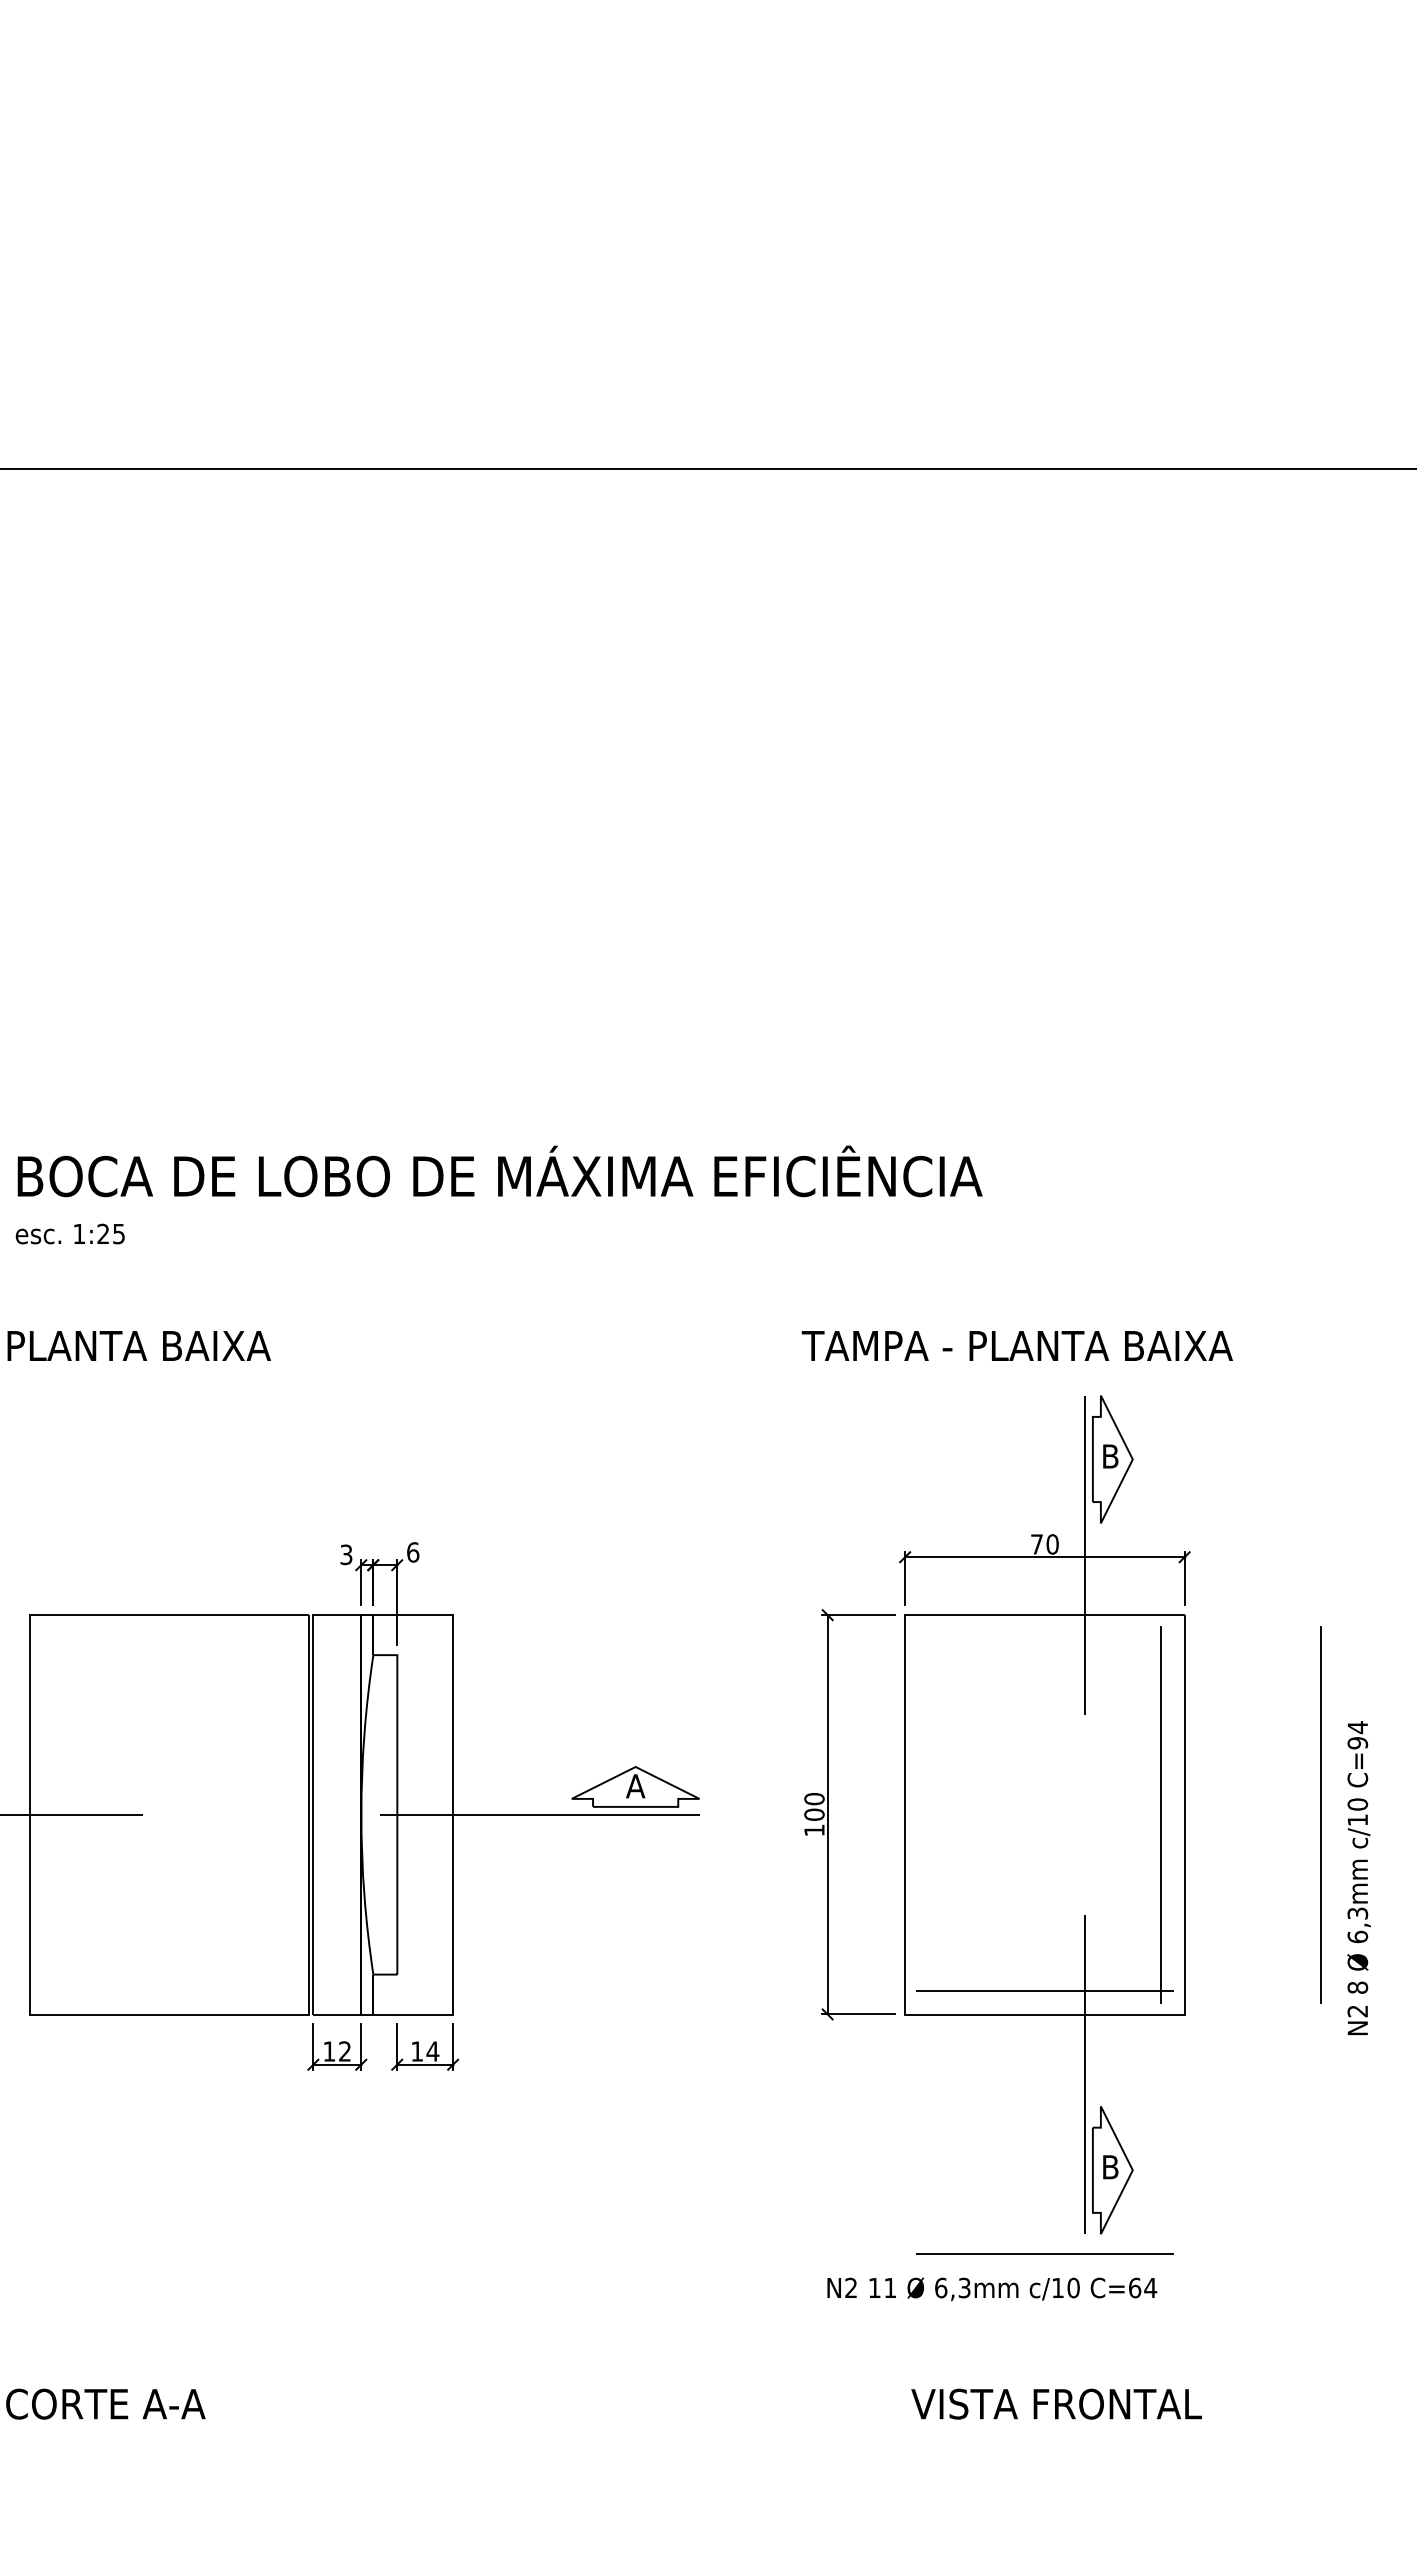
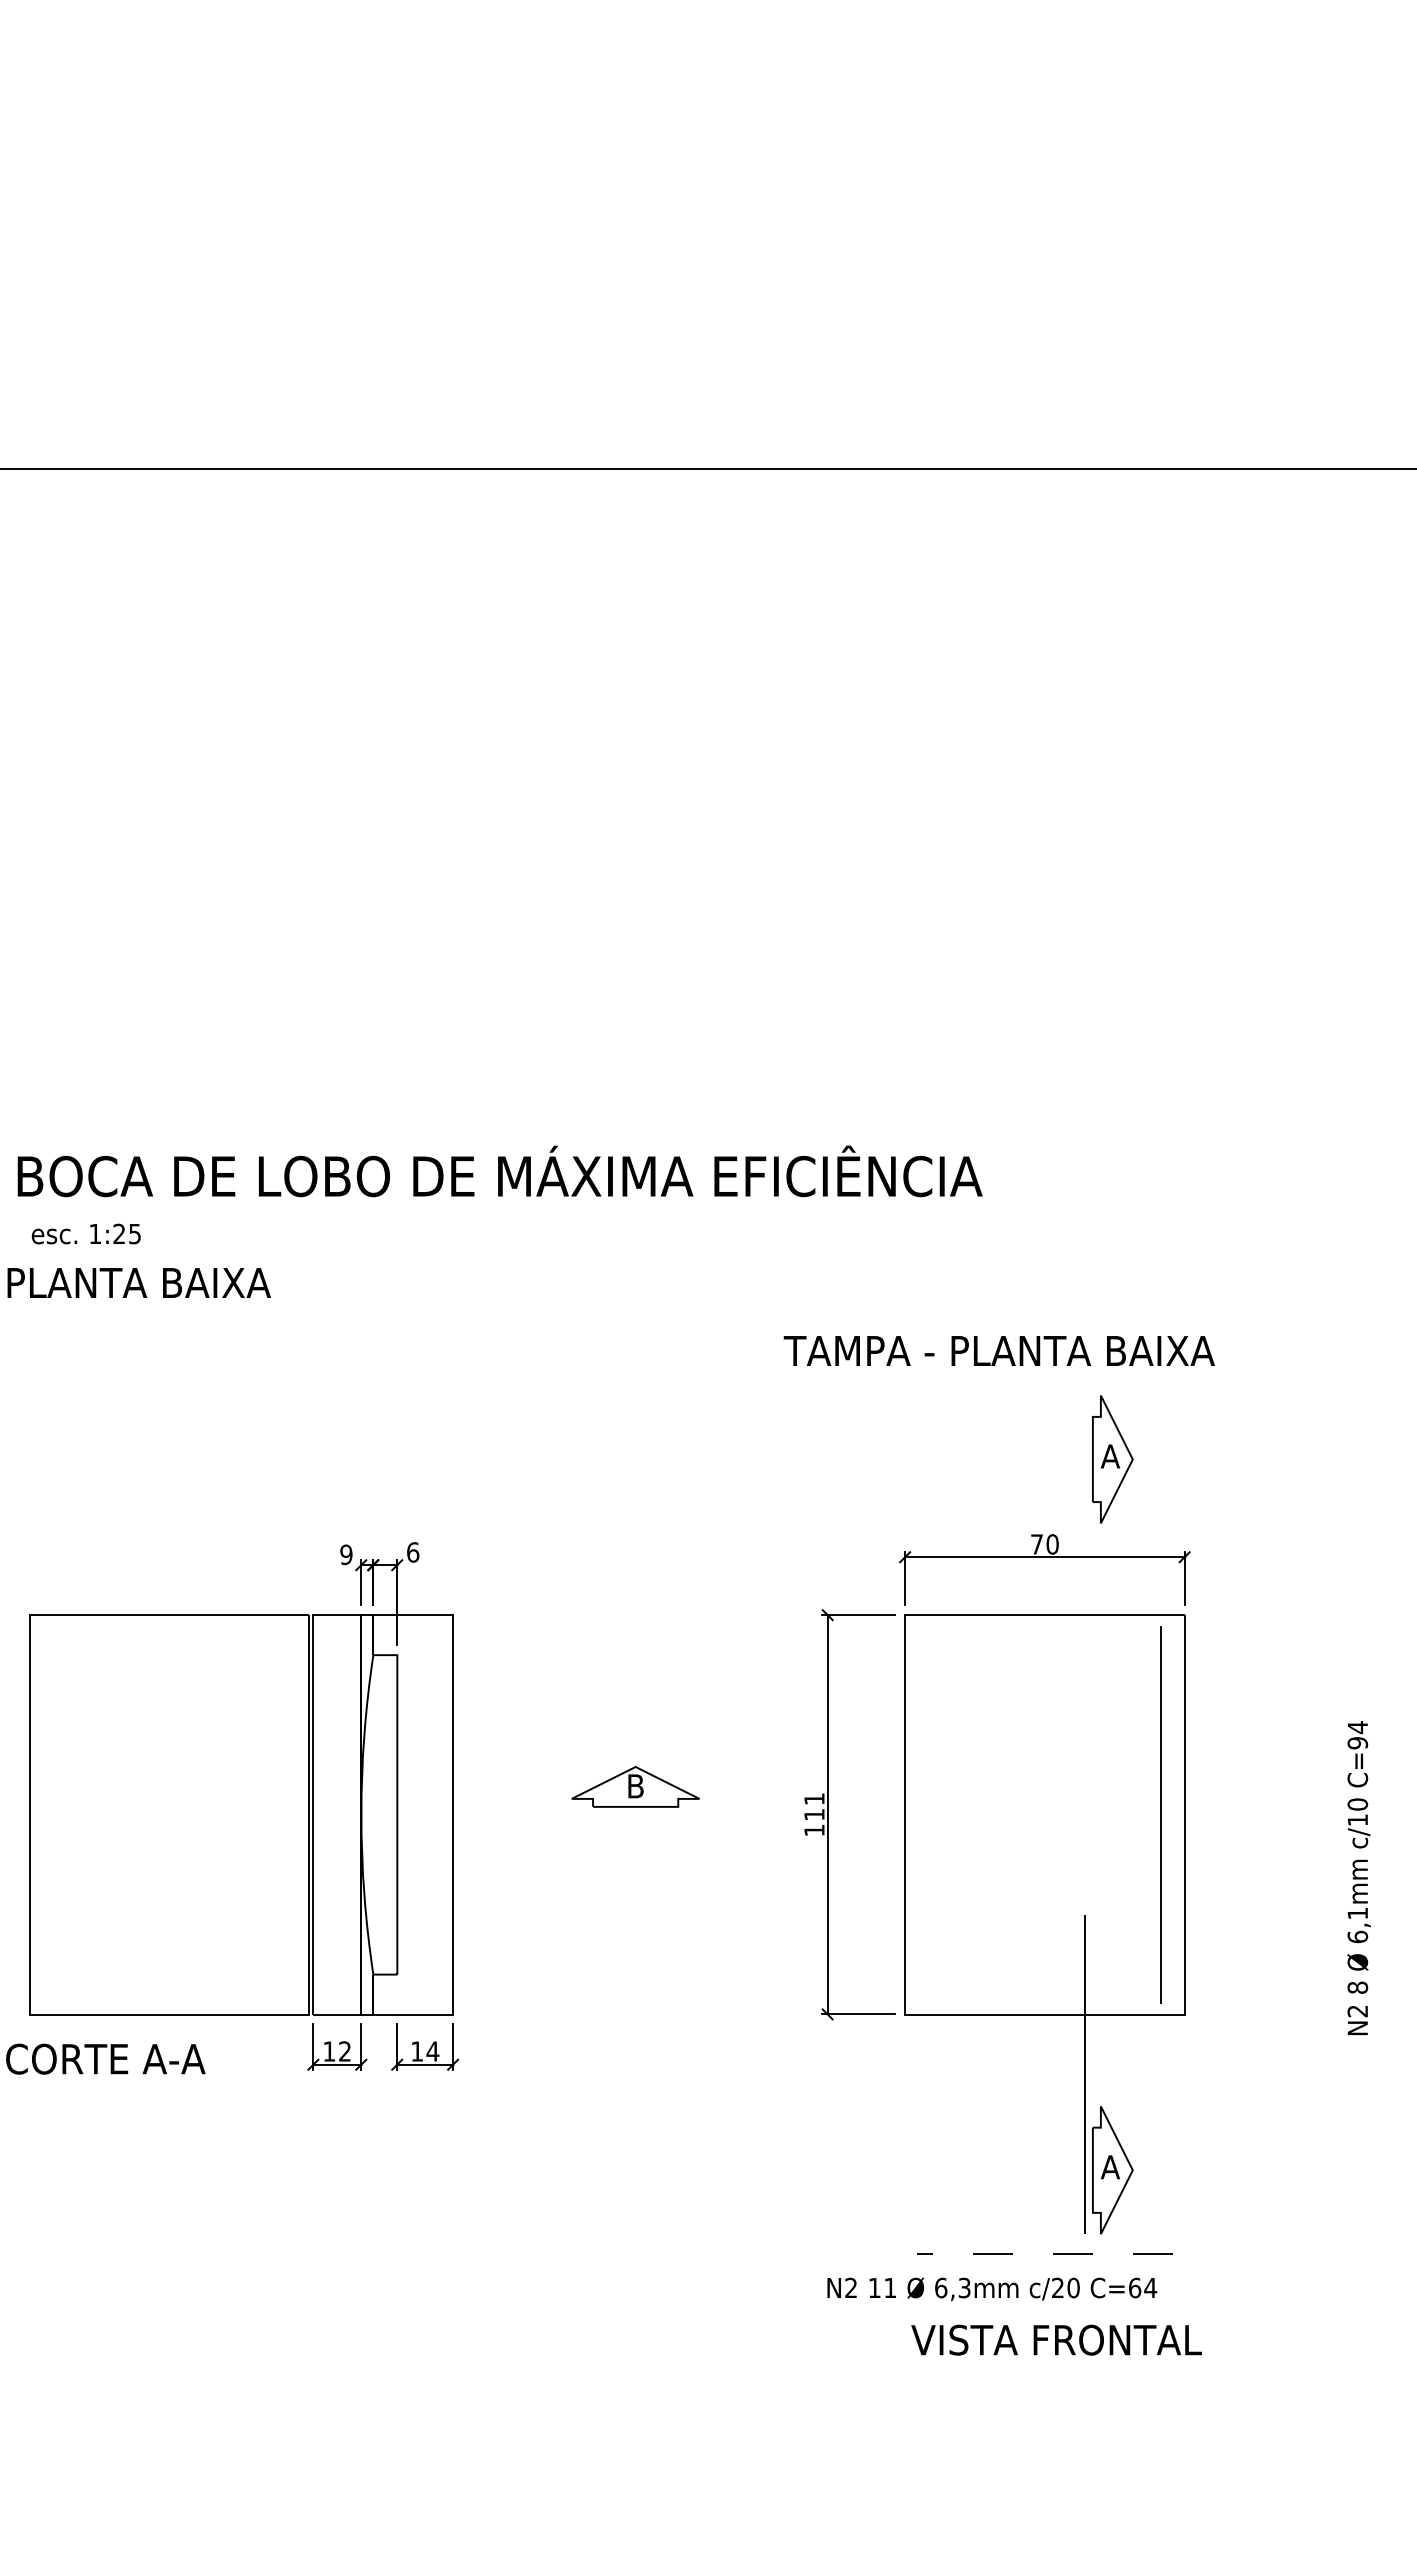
text at (69, 1233) position: (69, 1233) -> (85, 1233)
text at (138, 1345) position: (138, 1345) -> (138, 1282)
text at (1016, 1345) position: (1016, 1345) -> (998, 1350)
text at (1110, 1456): B -> A
text at (346, 1554): 3 -> 9
line at (1084, 1555): present -> none
text at (635, 1786): A -> B
text at (814, 1806): 100 -> 111
line at (72, 1814): present -> none
line at (539, 1814): present -> none
line at (1320, 1814): present -> none
text at (1357, 1913): 6,3mm -> 6,1mm
line at (1044, 1990): present -> none
text at (1110, 2167): B -> A
line at (1044, 2253): solid -> dashed
text at (1057, 2287): c/10 -> c/20
text at (105, 2403) position: (105, 2403) -> (105, 2058)
text at (1056, 2403) position: (1056, 2403) -> (1056, 2339)
